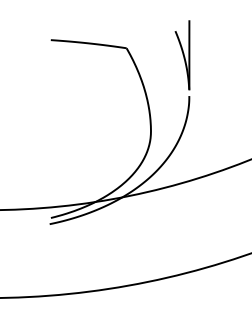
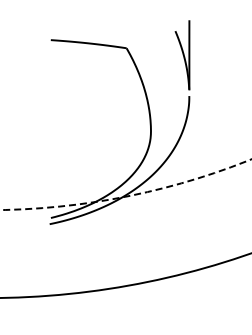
circle at (125, 184): solid -> dashed
